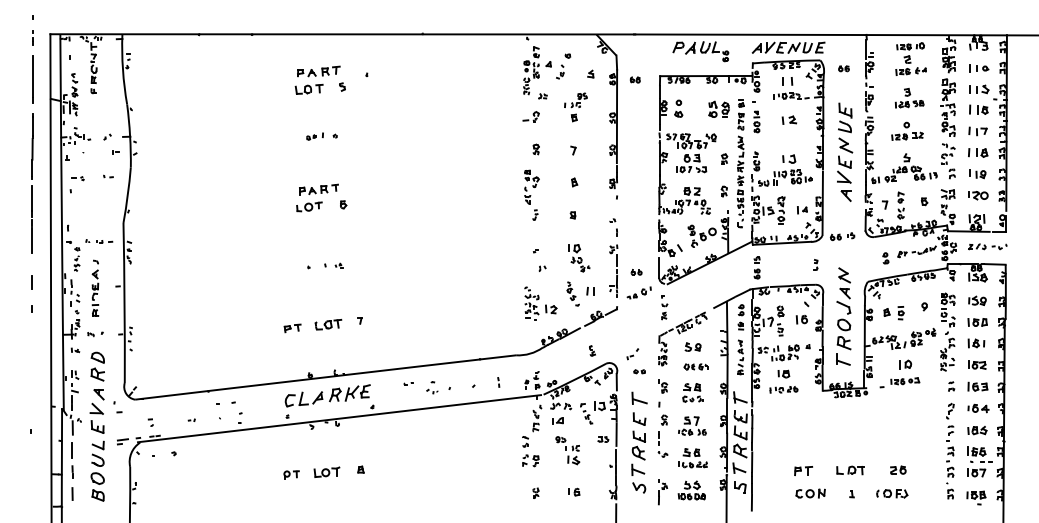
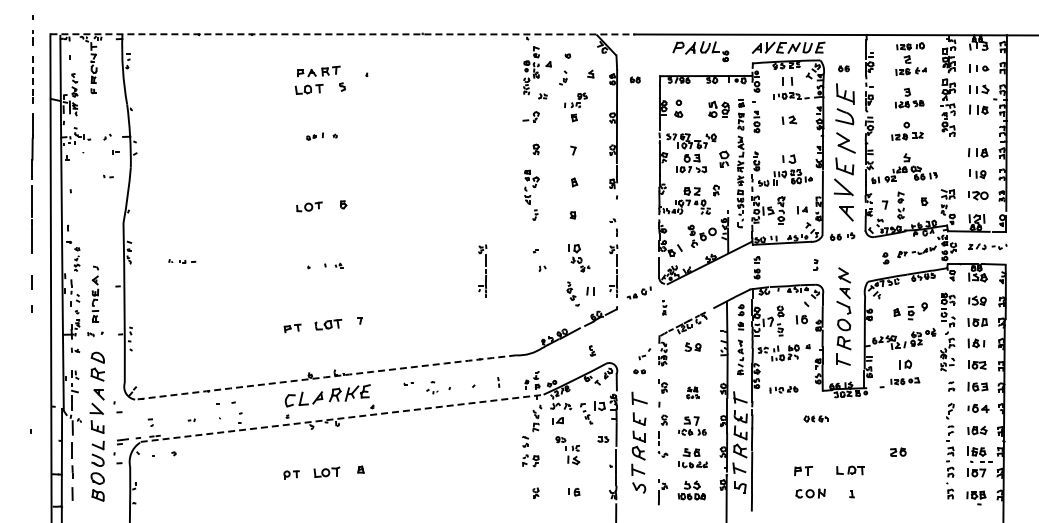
line at (343, 34): solid -> dashed
part at (560, 71) position: (560, 71) -> (563, 77)
line at (32, 76): solid -> dashed
part at (977, 131): present -> none
part at (845, 151) size: 17x100 px -> 22x139 px
part at (724, 158) size: 8x12 px -> 11x18 px
part at (948, 161): present -> none
part at (77, 178): present -> none
part at (318, 189): present -> none
part at (723, 191) position: (723, 191) -> (715, 190)
part at (99, 241) position: (99, 241) -> (182, 261)
part at (482, 270): none -> present
part at (636, 272): present -> none
part at (95, 287) position: (95, 287) -> (95, 293)
part at (540, 303): present -> none
part at (664, 307) size: 8x26 px -> 6x16 px
part at (893, 313) position: (893, 313) -> (903, 313)
part at (632, 354) position: (632, 354) -> (644, 354)
part at (695, 366) position: (695, 366) -> (815, 418)
part at (783, 373): present -> none
arc at (325, 377): solid -> dashed
part at (692, 392) size: 22x20 px -> 14x14 px
line at (339, 418): solid -> dashed
part at (117, 458): none -> present
part at (898, 469) position: (898, 469) -> (898, 451)
part at (892, 493): present -> none
